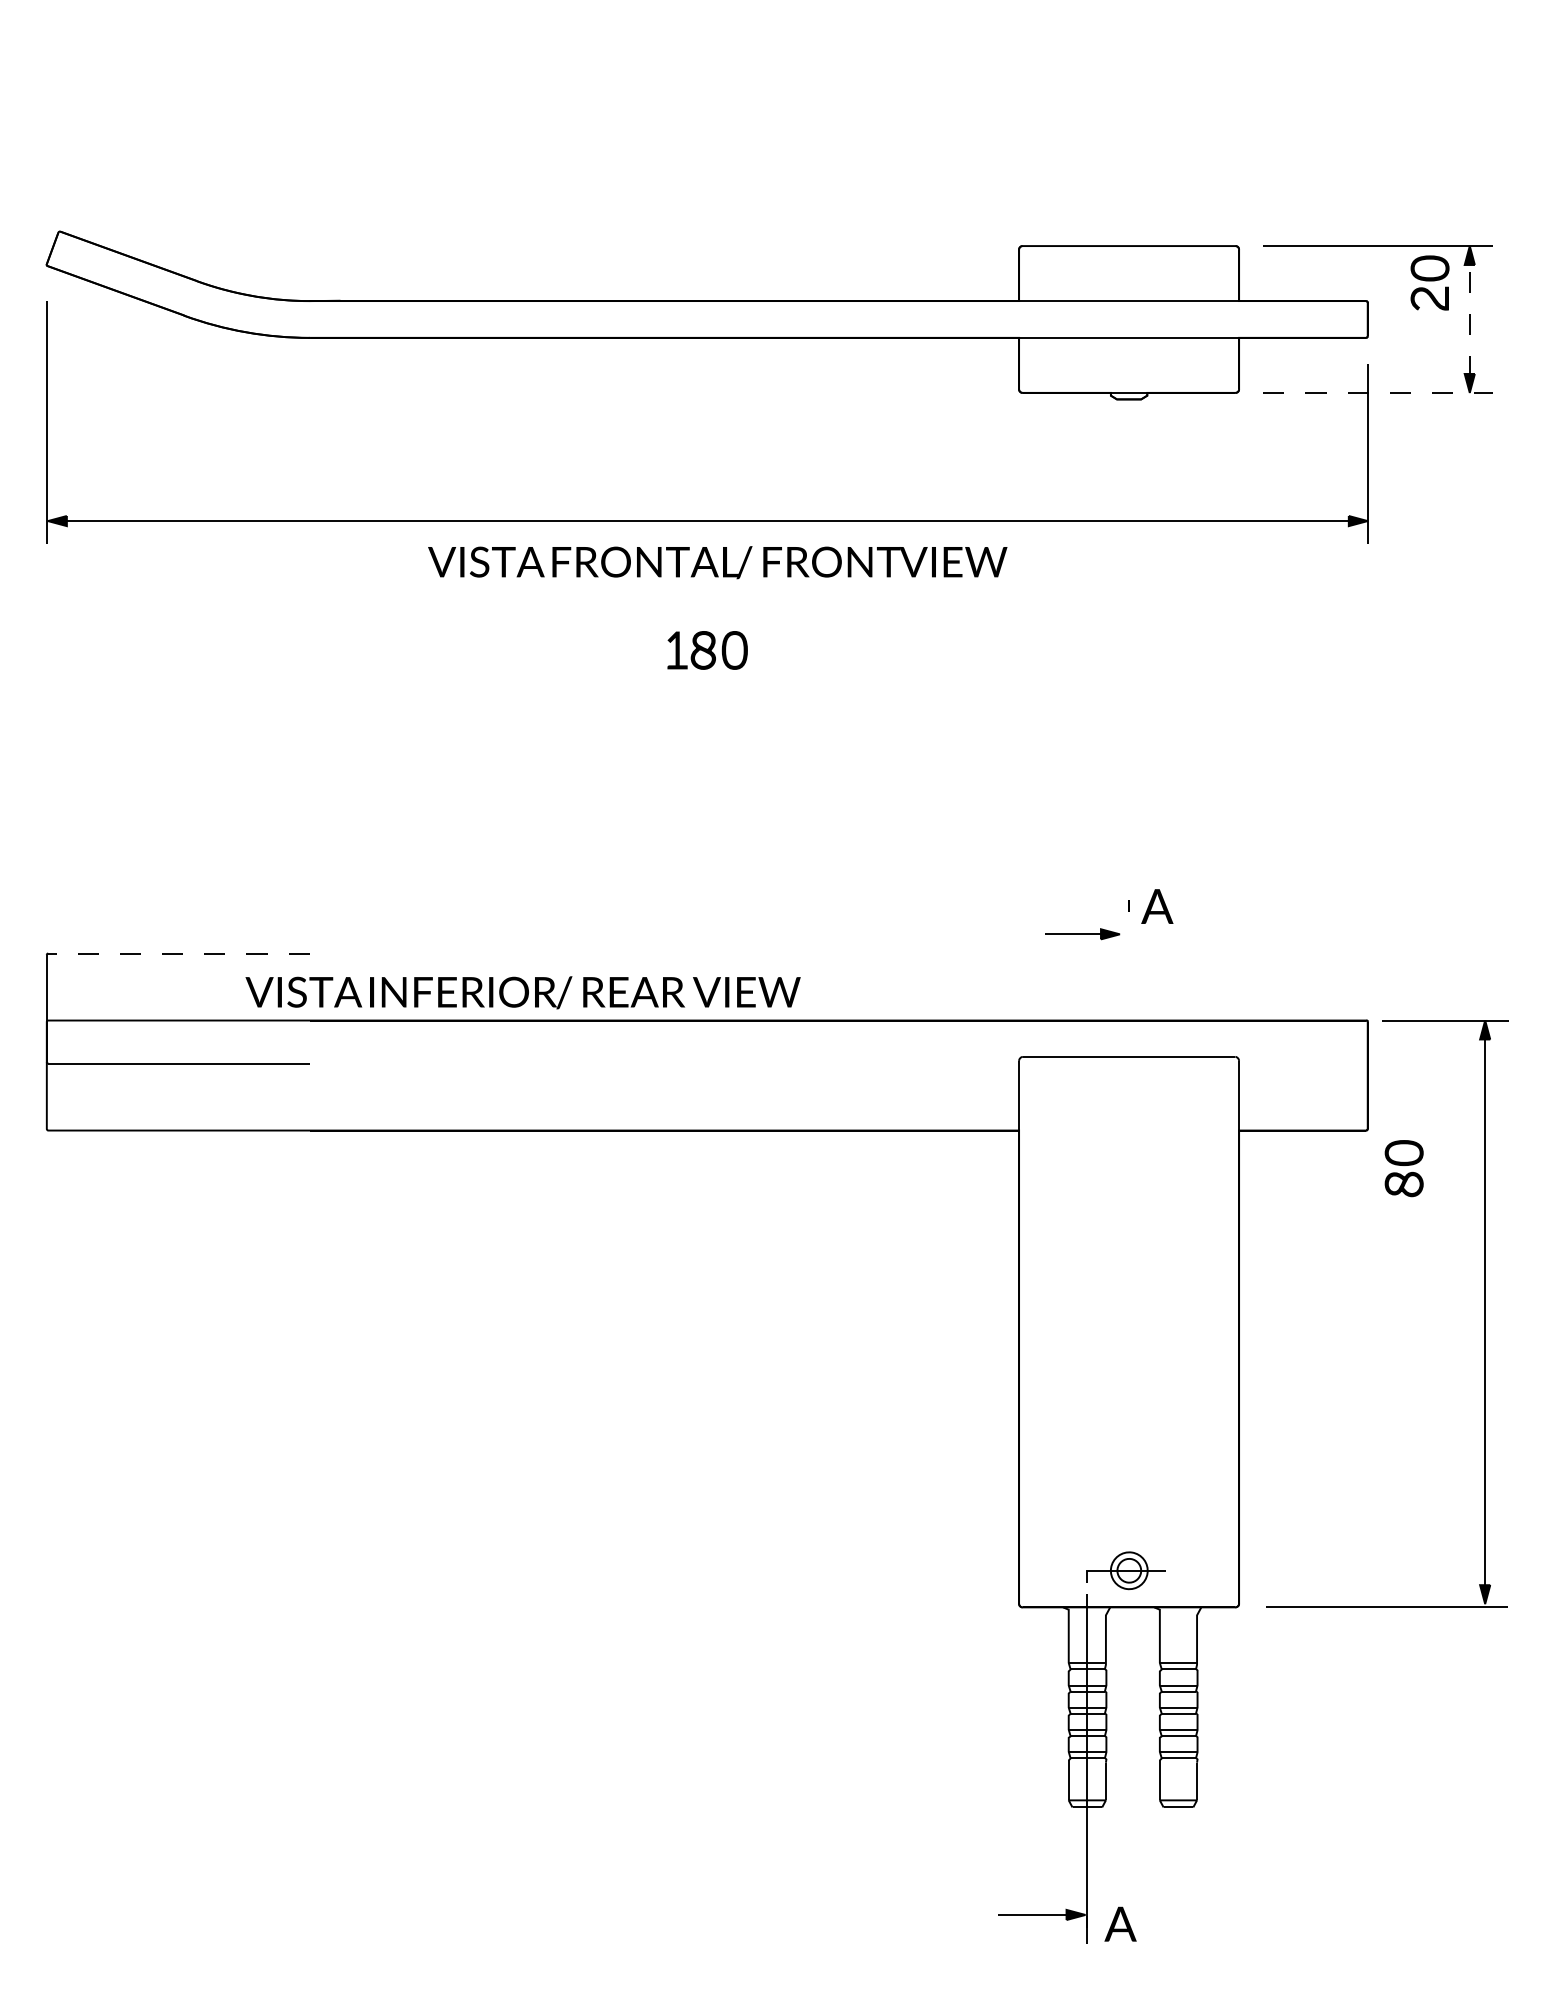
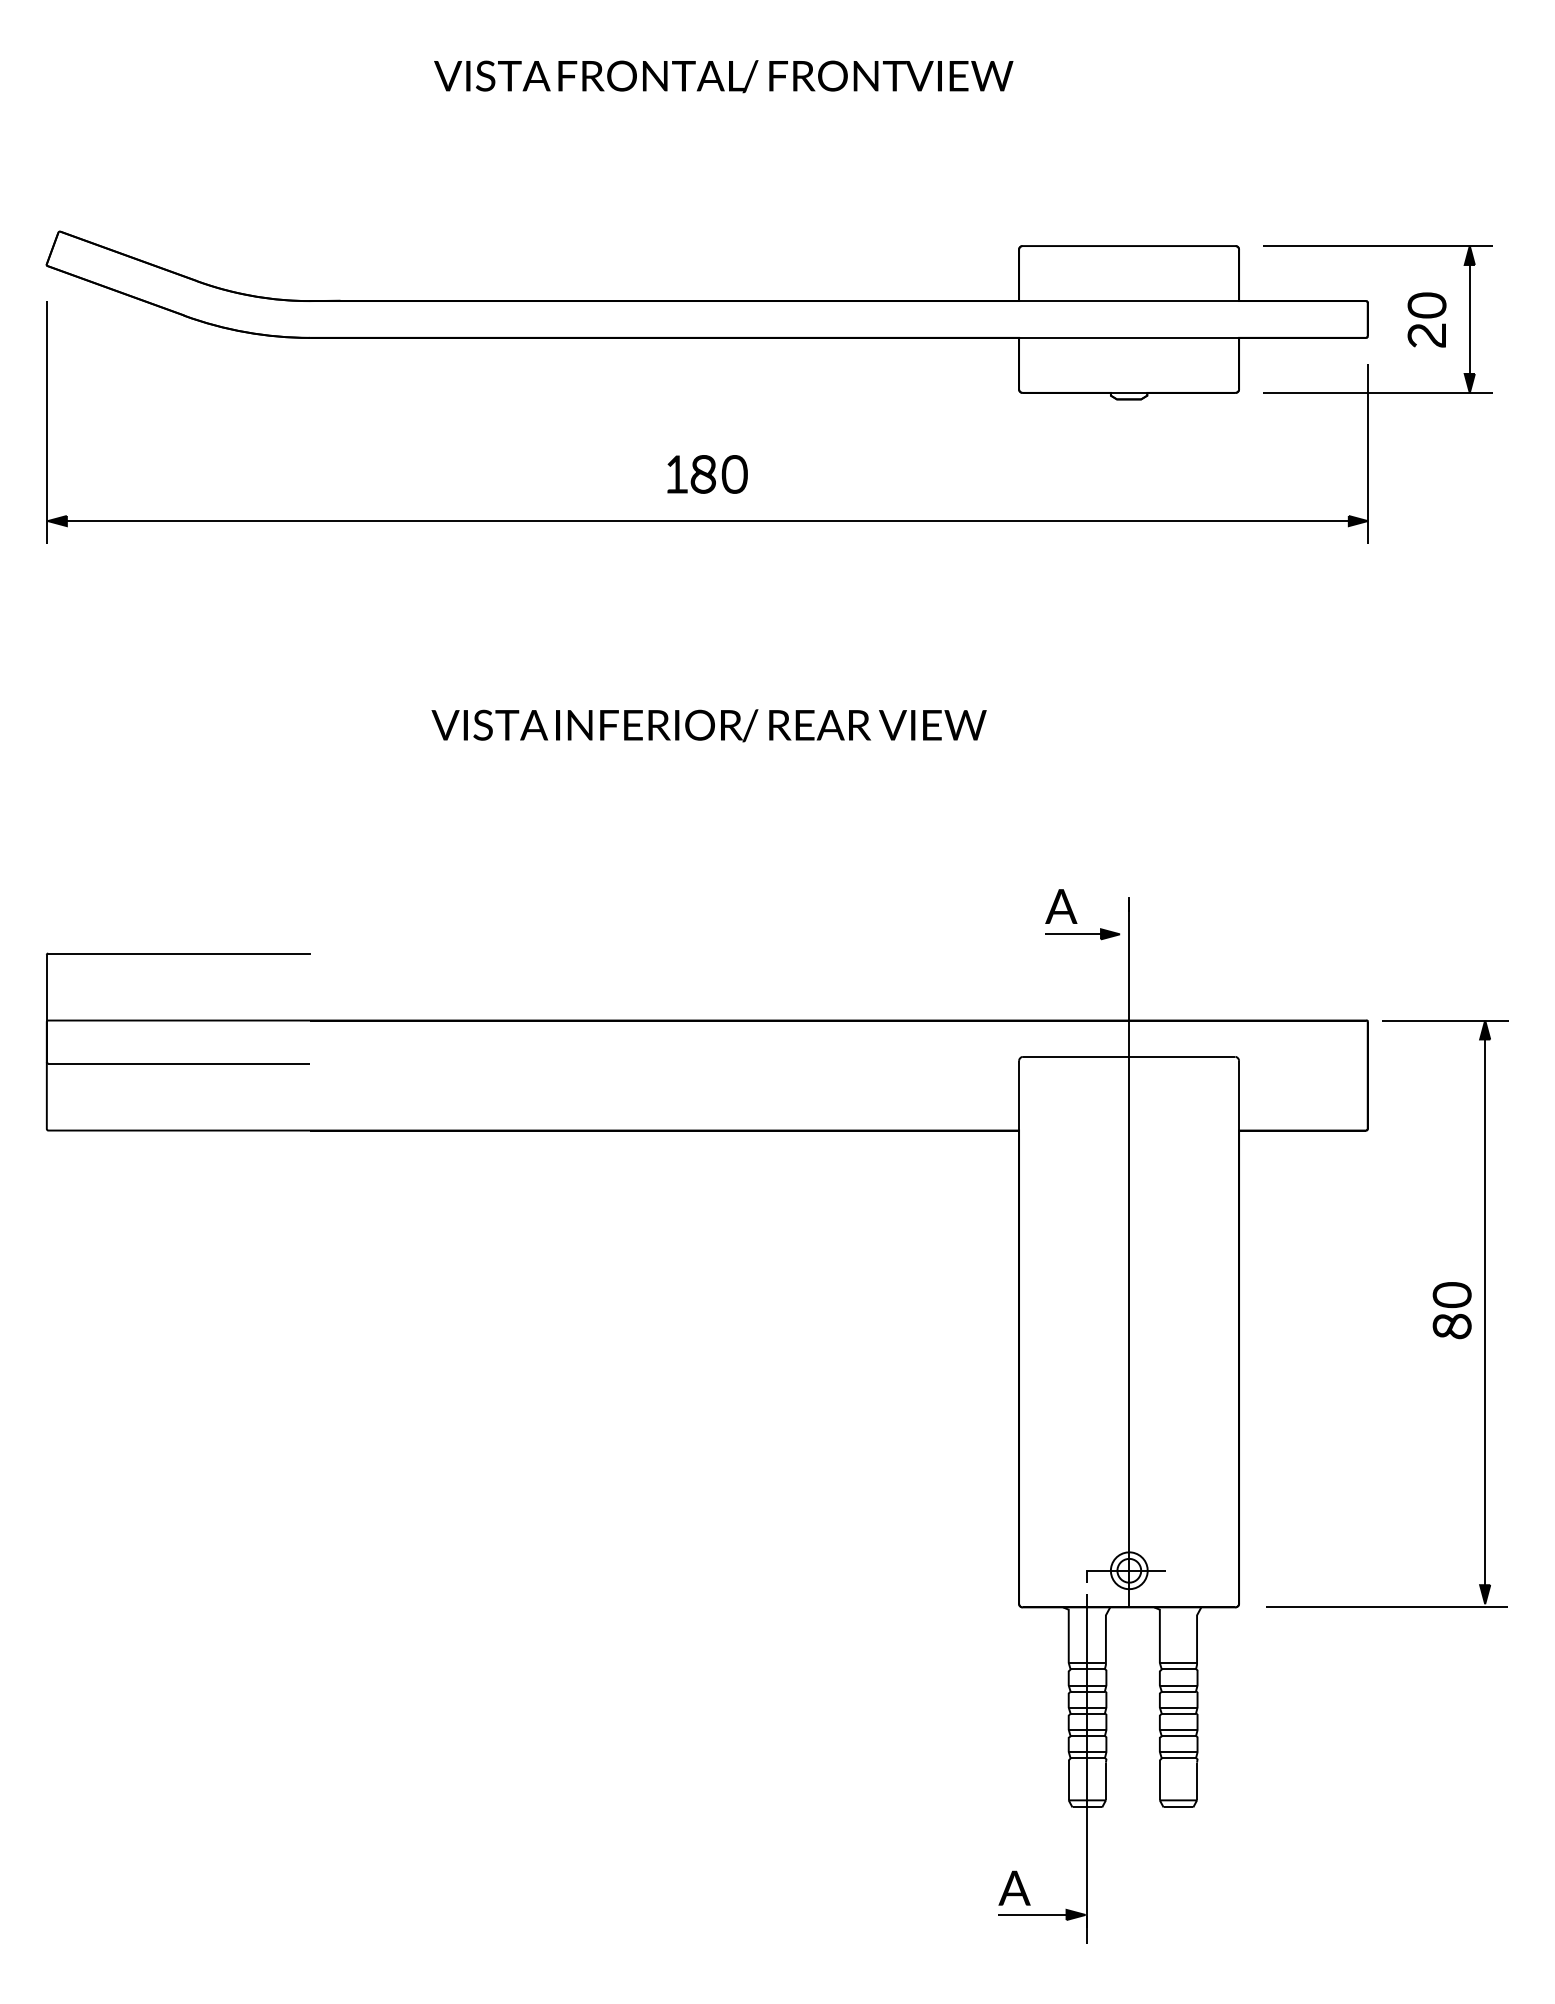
part at (1429, 282) position: (1429, 282) -> (1426, 319)
line at (1469, 319): dashed -> solid
line at (1378, 392): dashed -> solid
text at (717, 562) position: (717, 562) -> (723, 76)
part at (707, 650) position: (707, 650) -> (707, 474)
text at (1157, 906) position: (1157, 906) -> (1061, 906)
line at (178, 953): dashed -> solid
text at (522, 992) position: (522, 992) -> (708, 725)
part at (1403, 1168) position: (1403, 1168) -> (1451, 1310)
line at (1129, 1252): none -> present
text at (1120, 1923) position: (1120, 1923) -> (1014, 1887)
